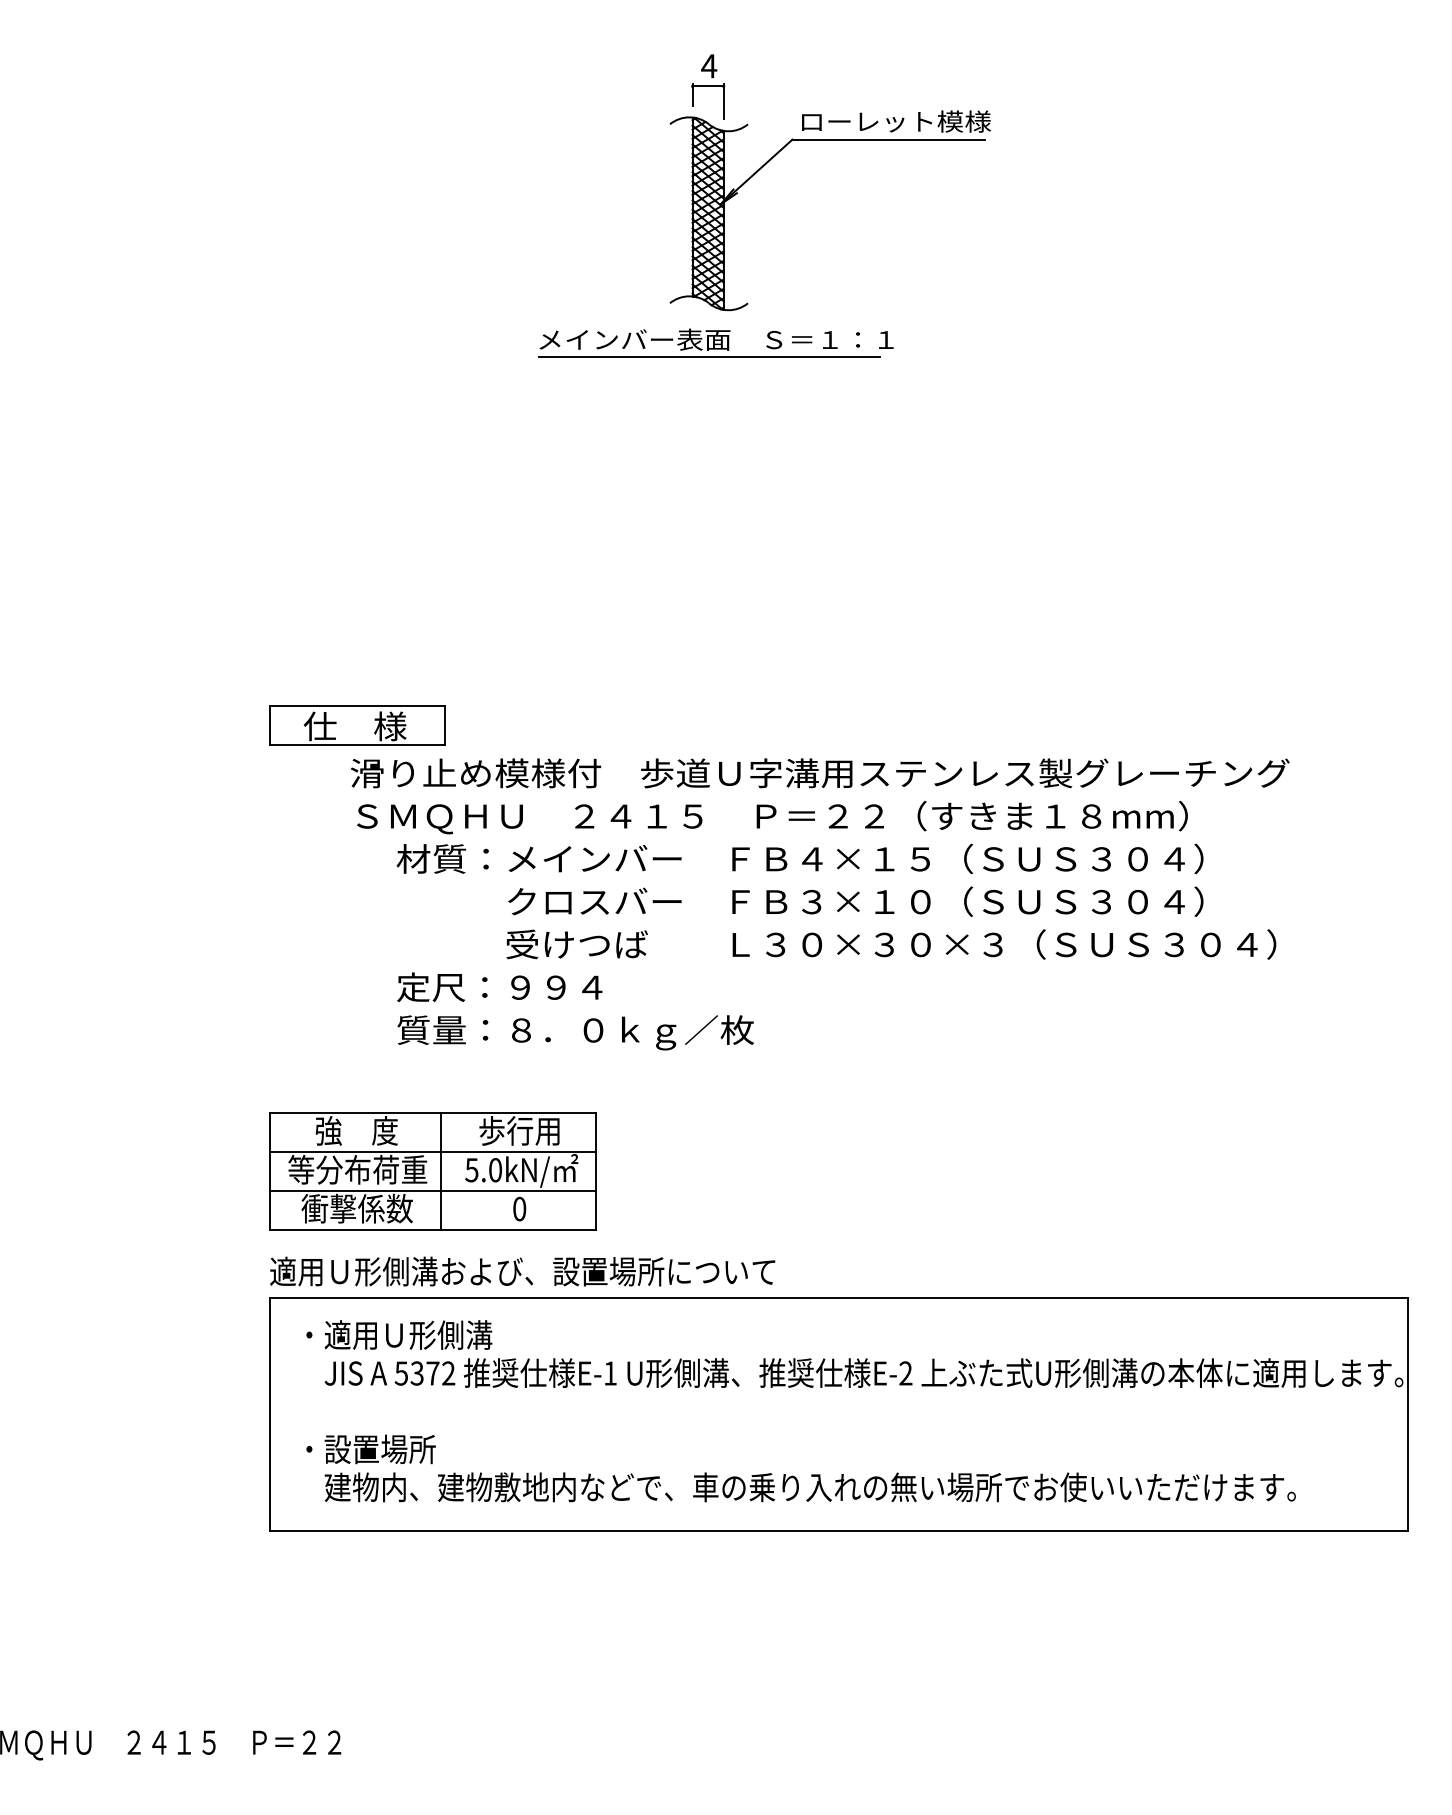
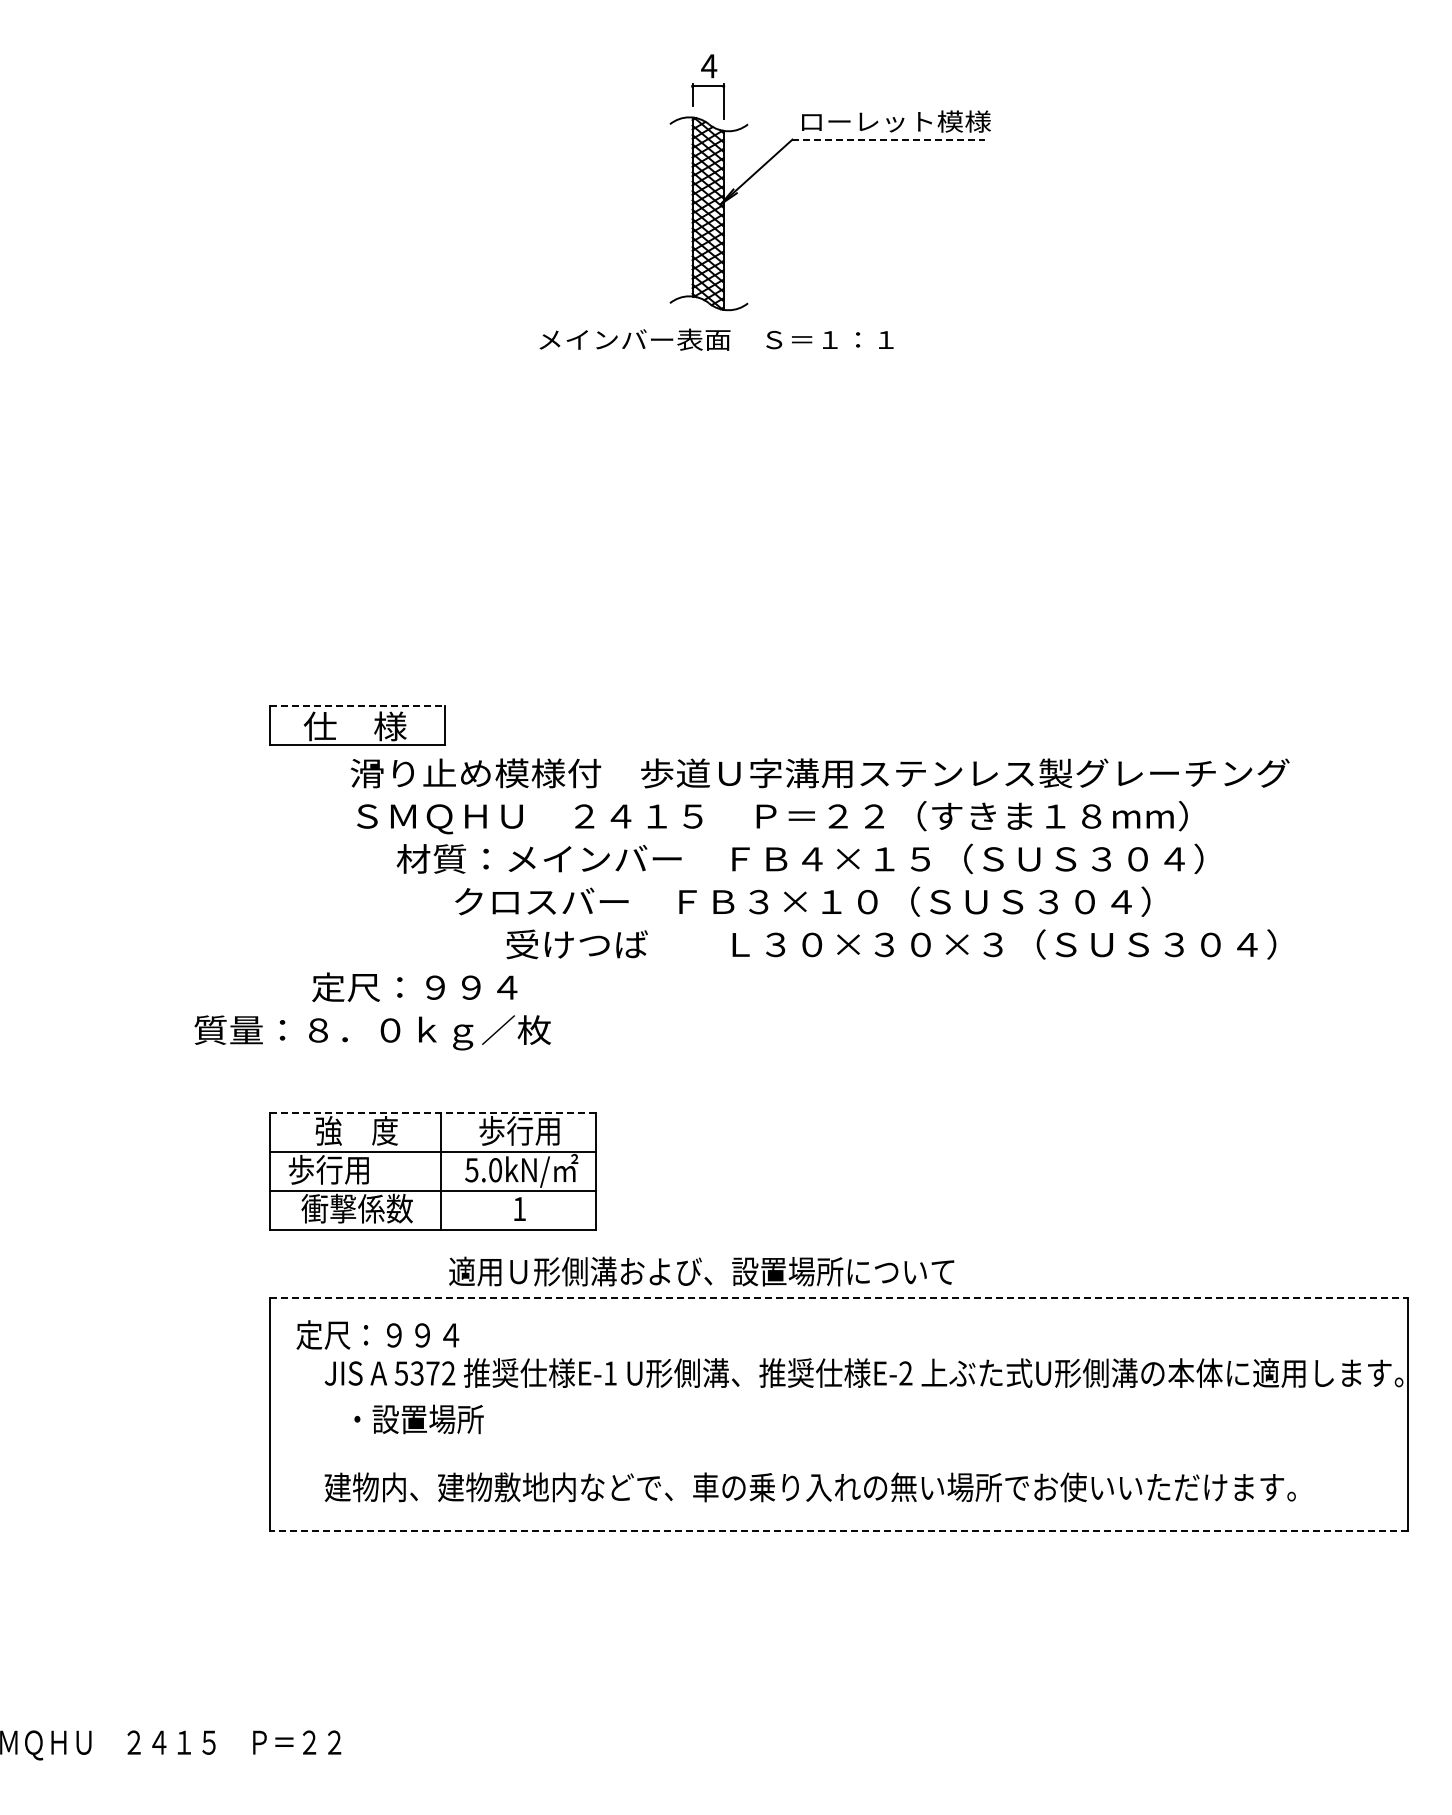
line at (889, 139): solid -> dashed
line at (708, 357): present -> none
line at (357, 706): solid -> dashed
text at (855, 901) position: (855, 901) -> (802, 901)
text at (499, 986) position: (499, 986) -> (414, 986)
text at (575, 1032) position: (575, 1032) -> (372, 1032)
line at (433, 1113): solid -> dashed
text at (357, 1169): 等分布荷重 -> 歩行用
text at (519, 1208): 0 -> 1
text at (522, 1271) position: (522, 1271) -> (701, 1271)
line at (839, 1297): solid -> dashed
text at (394, 1334): ・適用Ｕ形側溝 -> 定尺：９９４
text at (370, 1449) position: (370, 1449) -> (418, 1419)
line at (838, 1530): solid -> dashed
